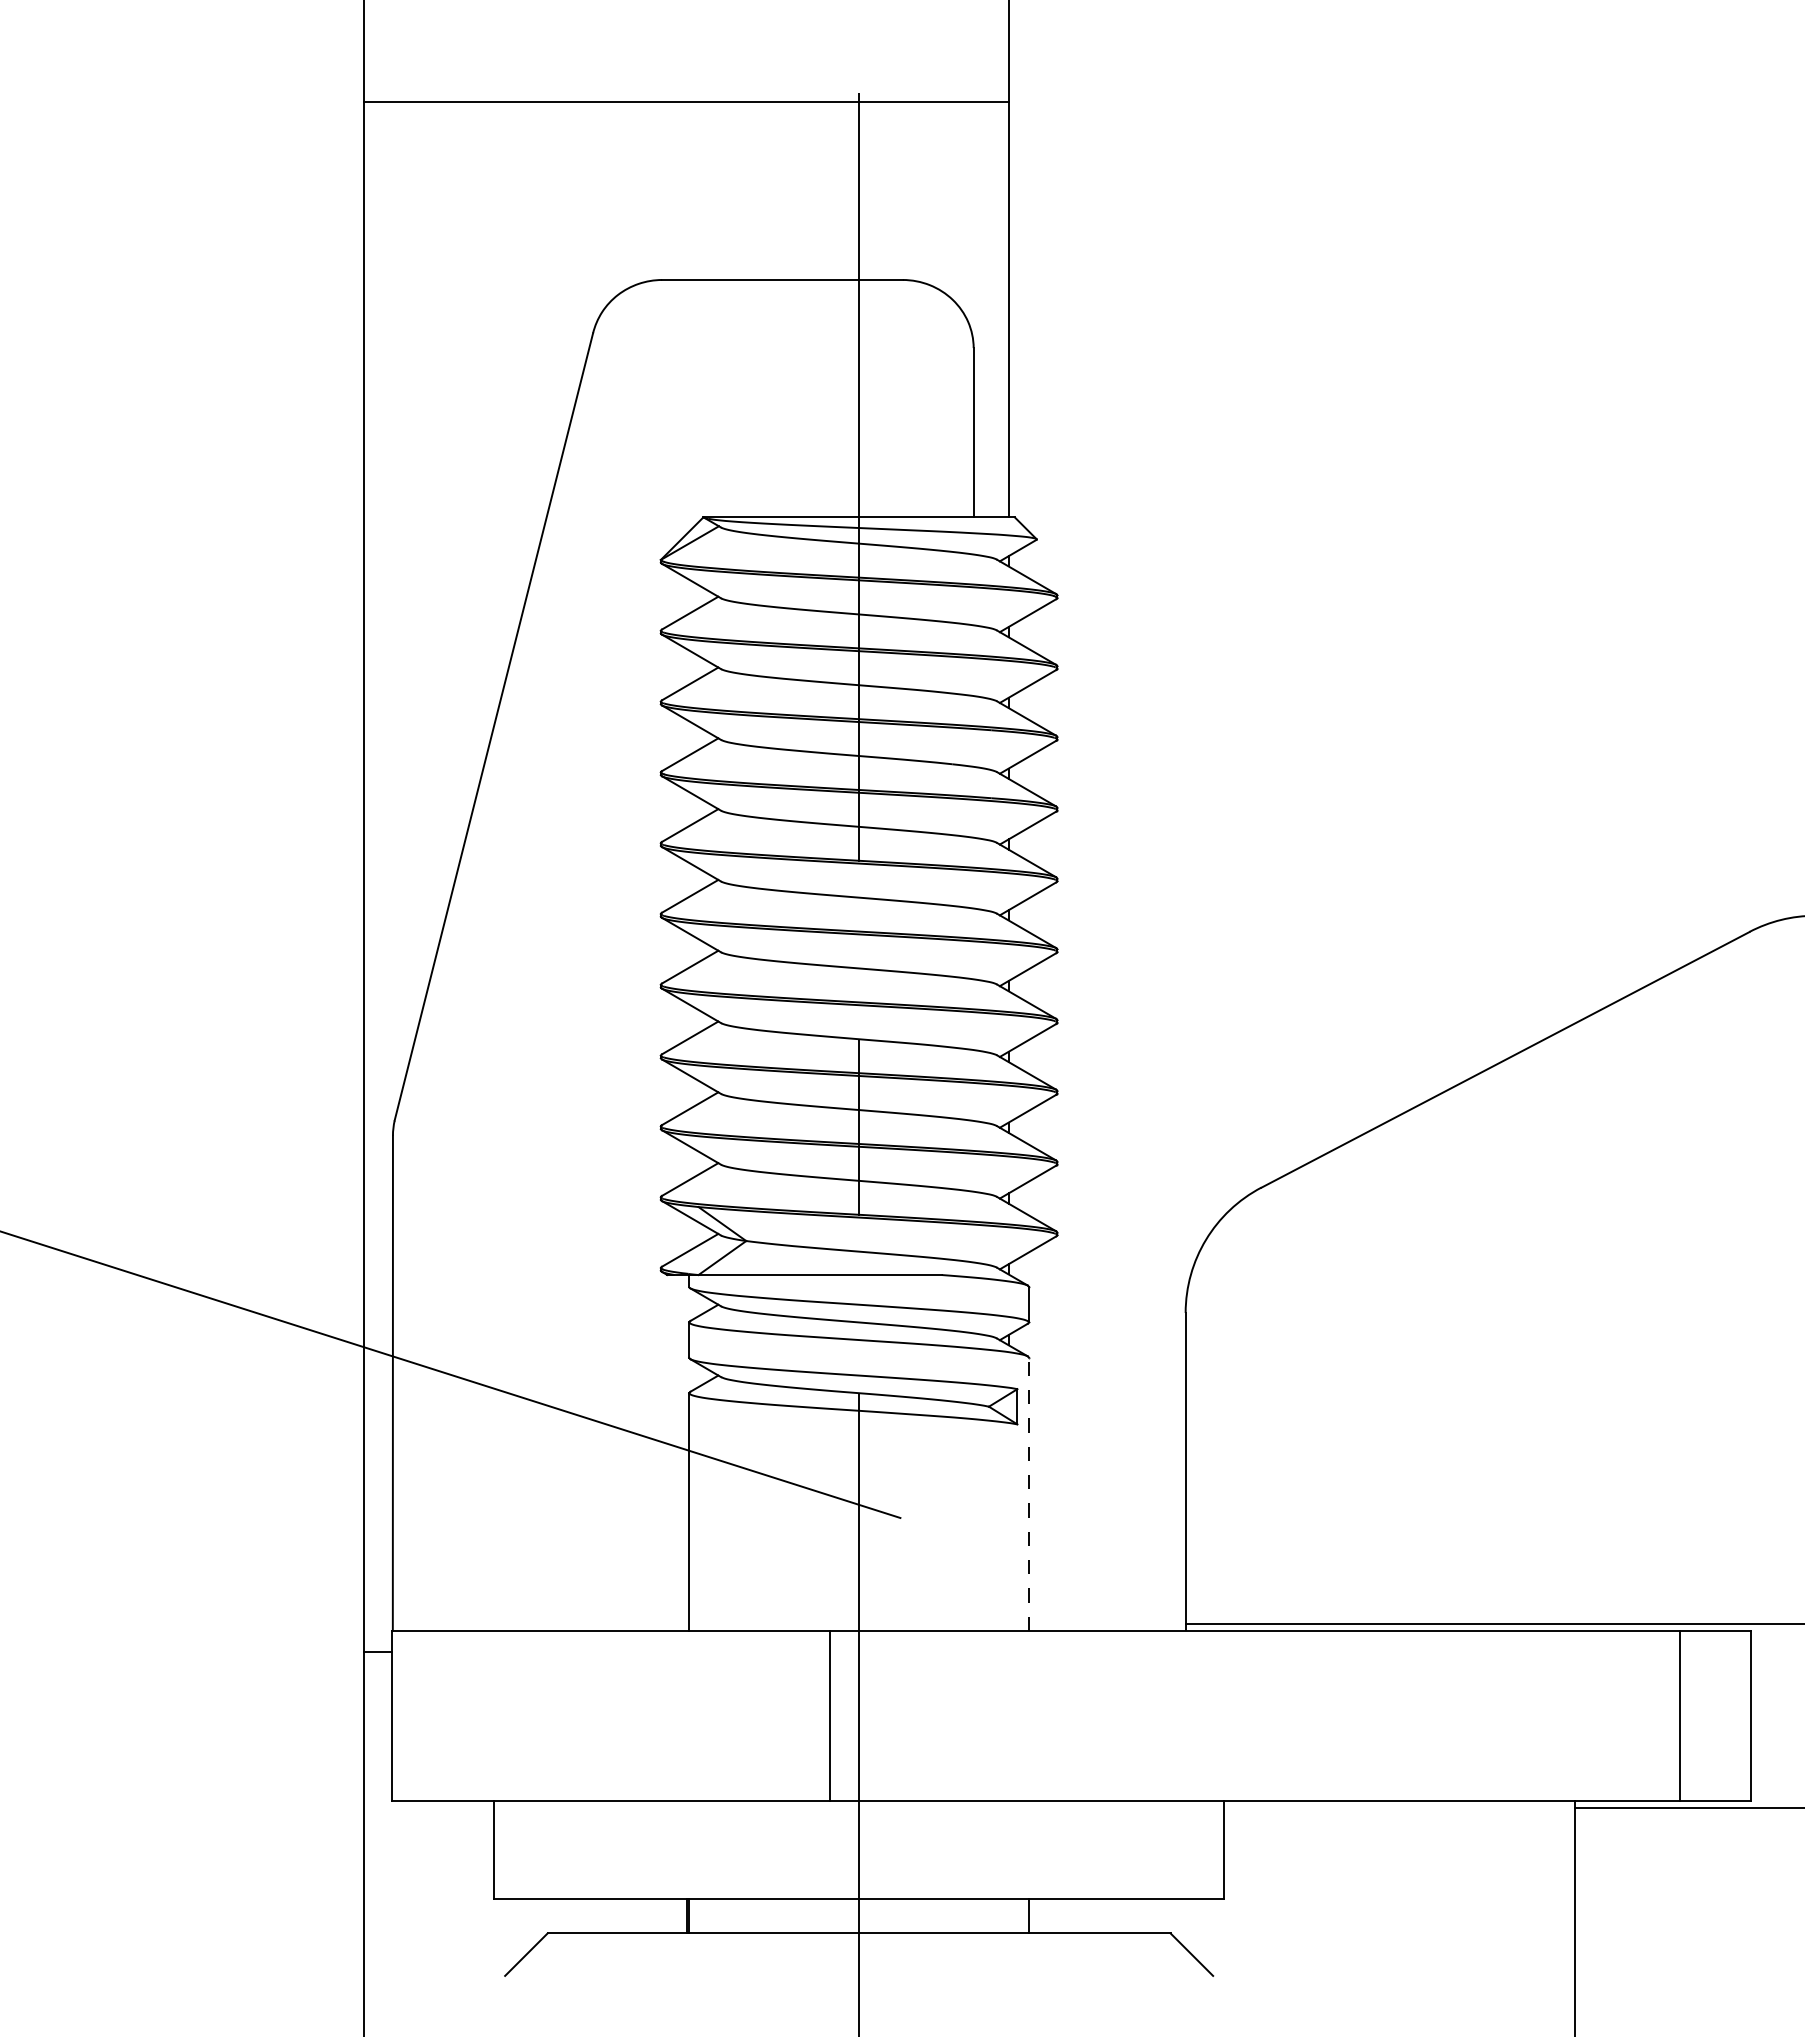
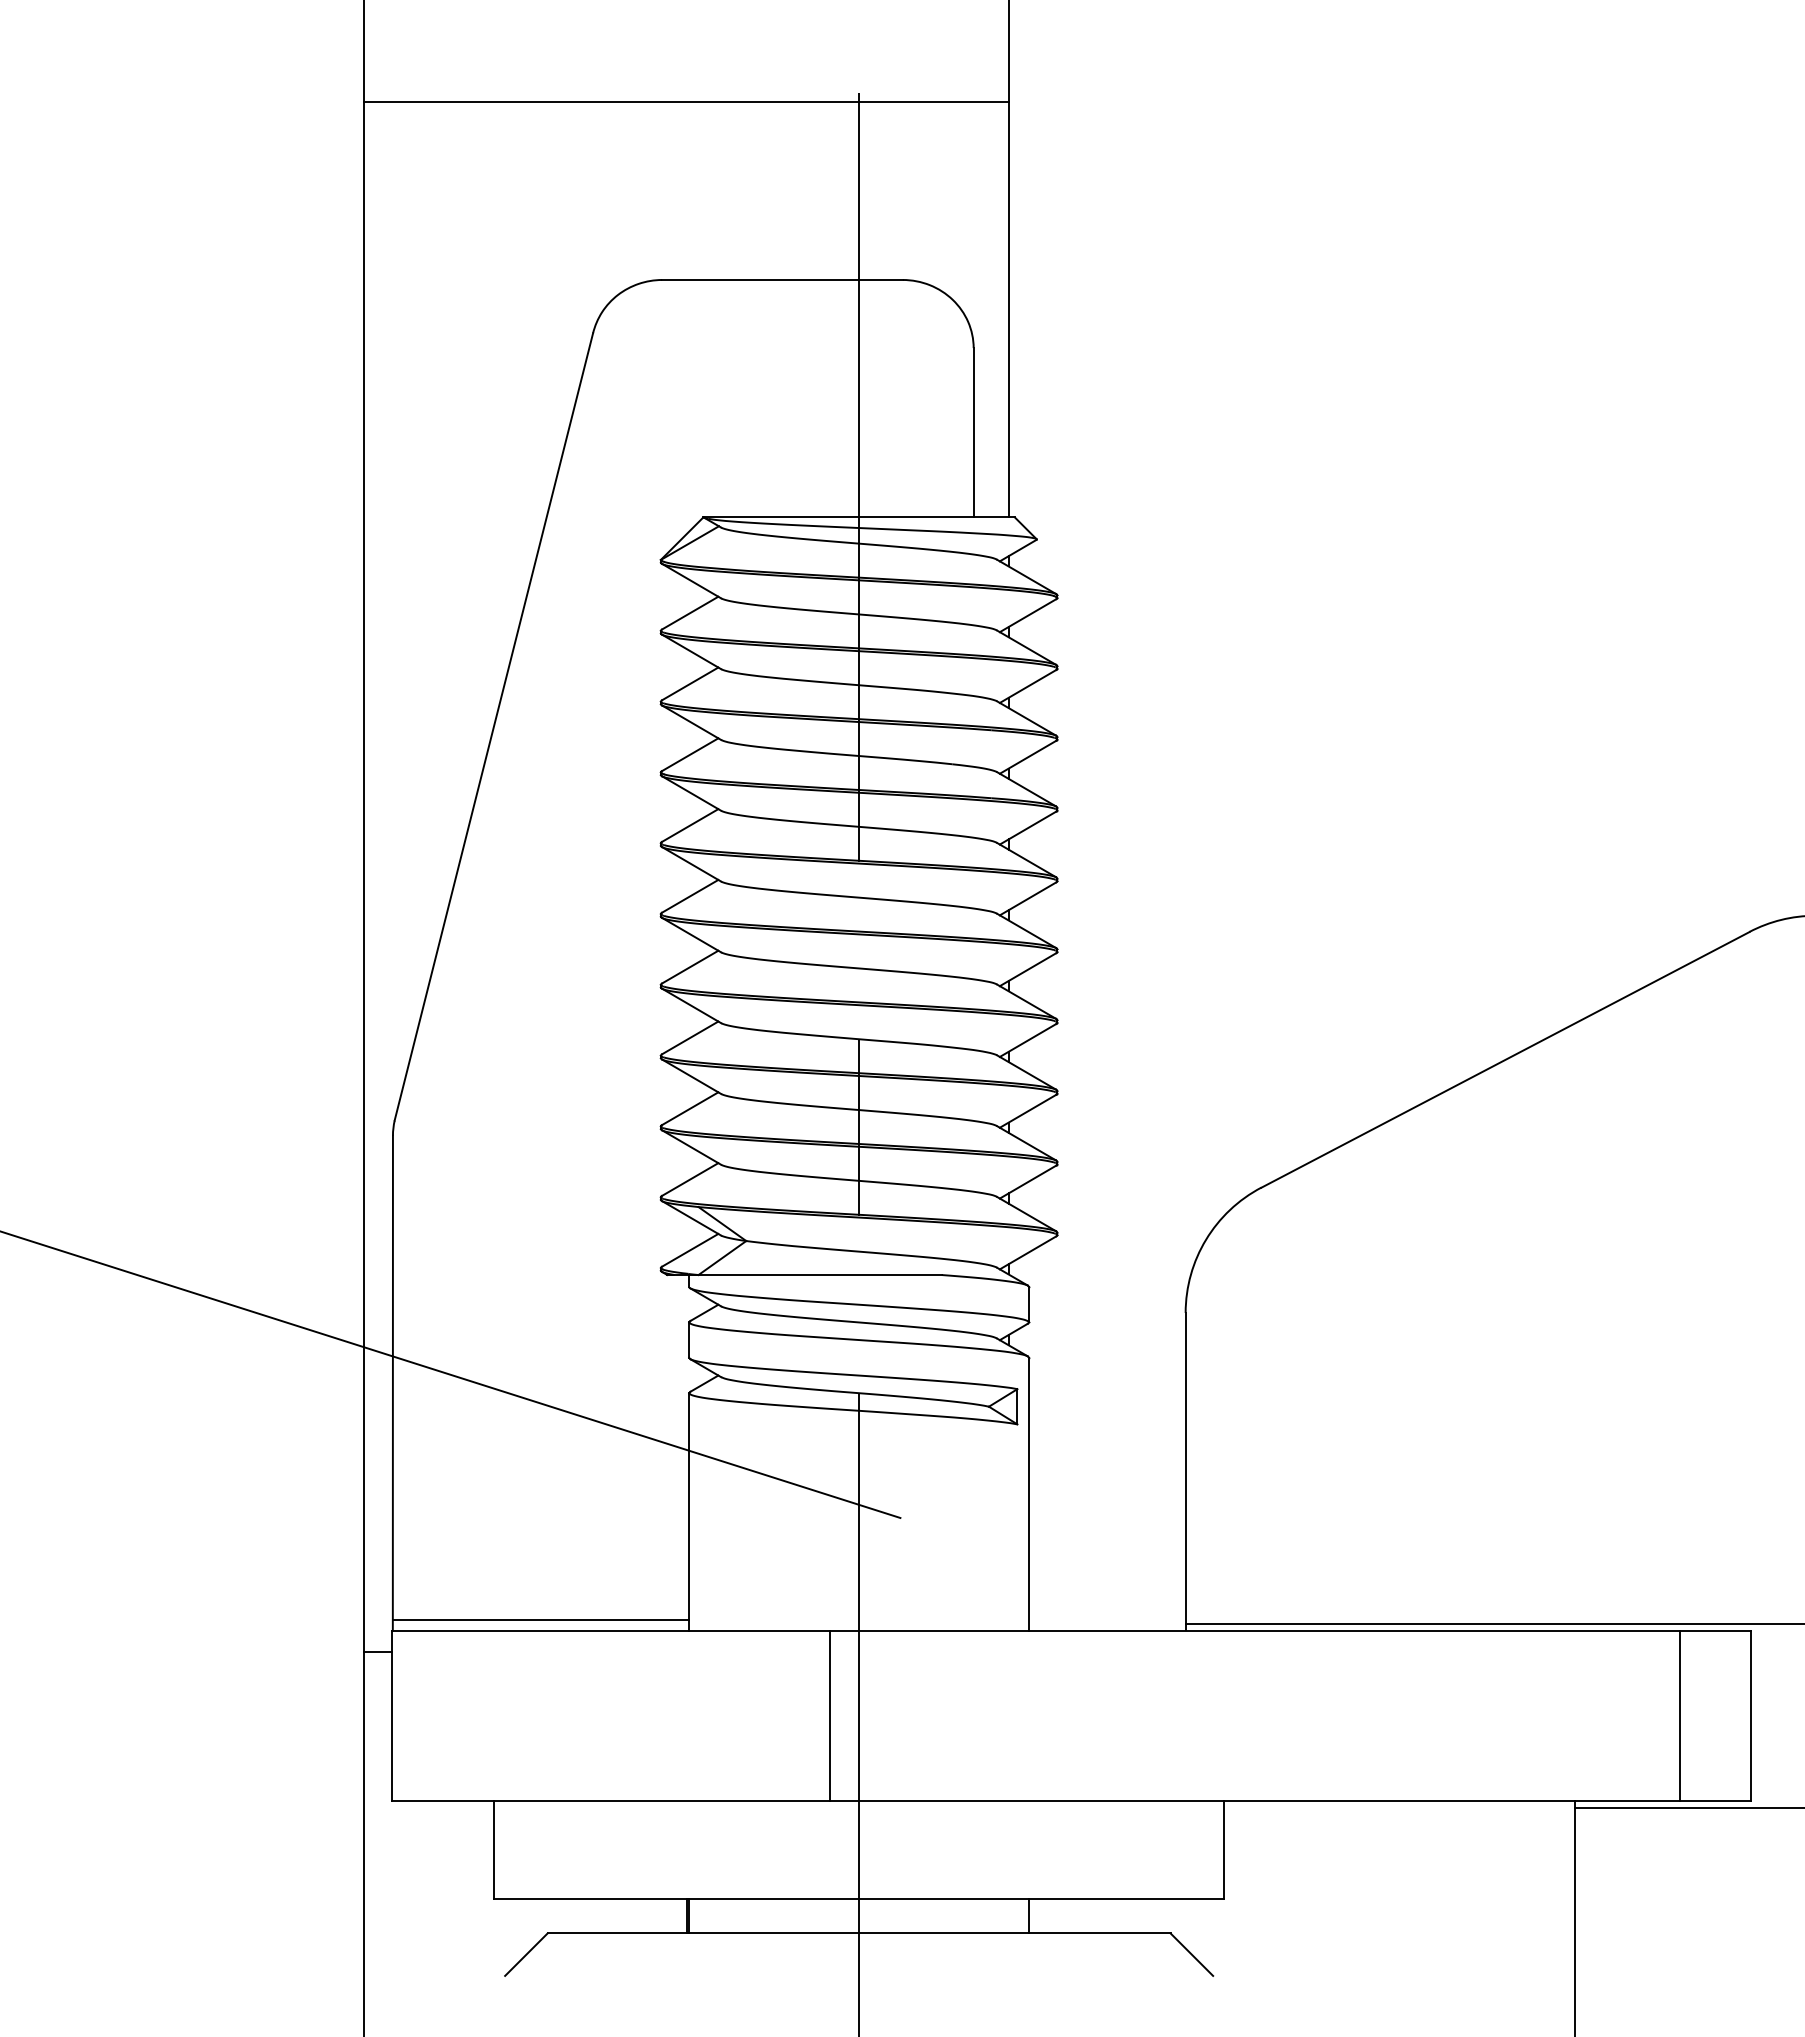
line at (1029, 1494): dashed -> solid
line at (540, 1620): none -> present
